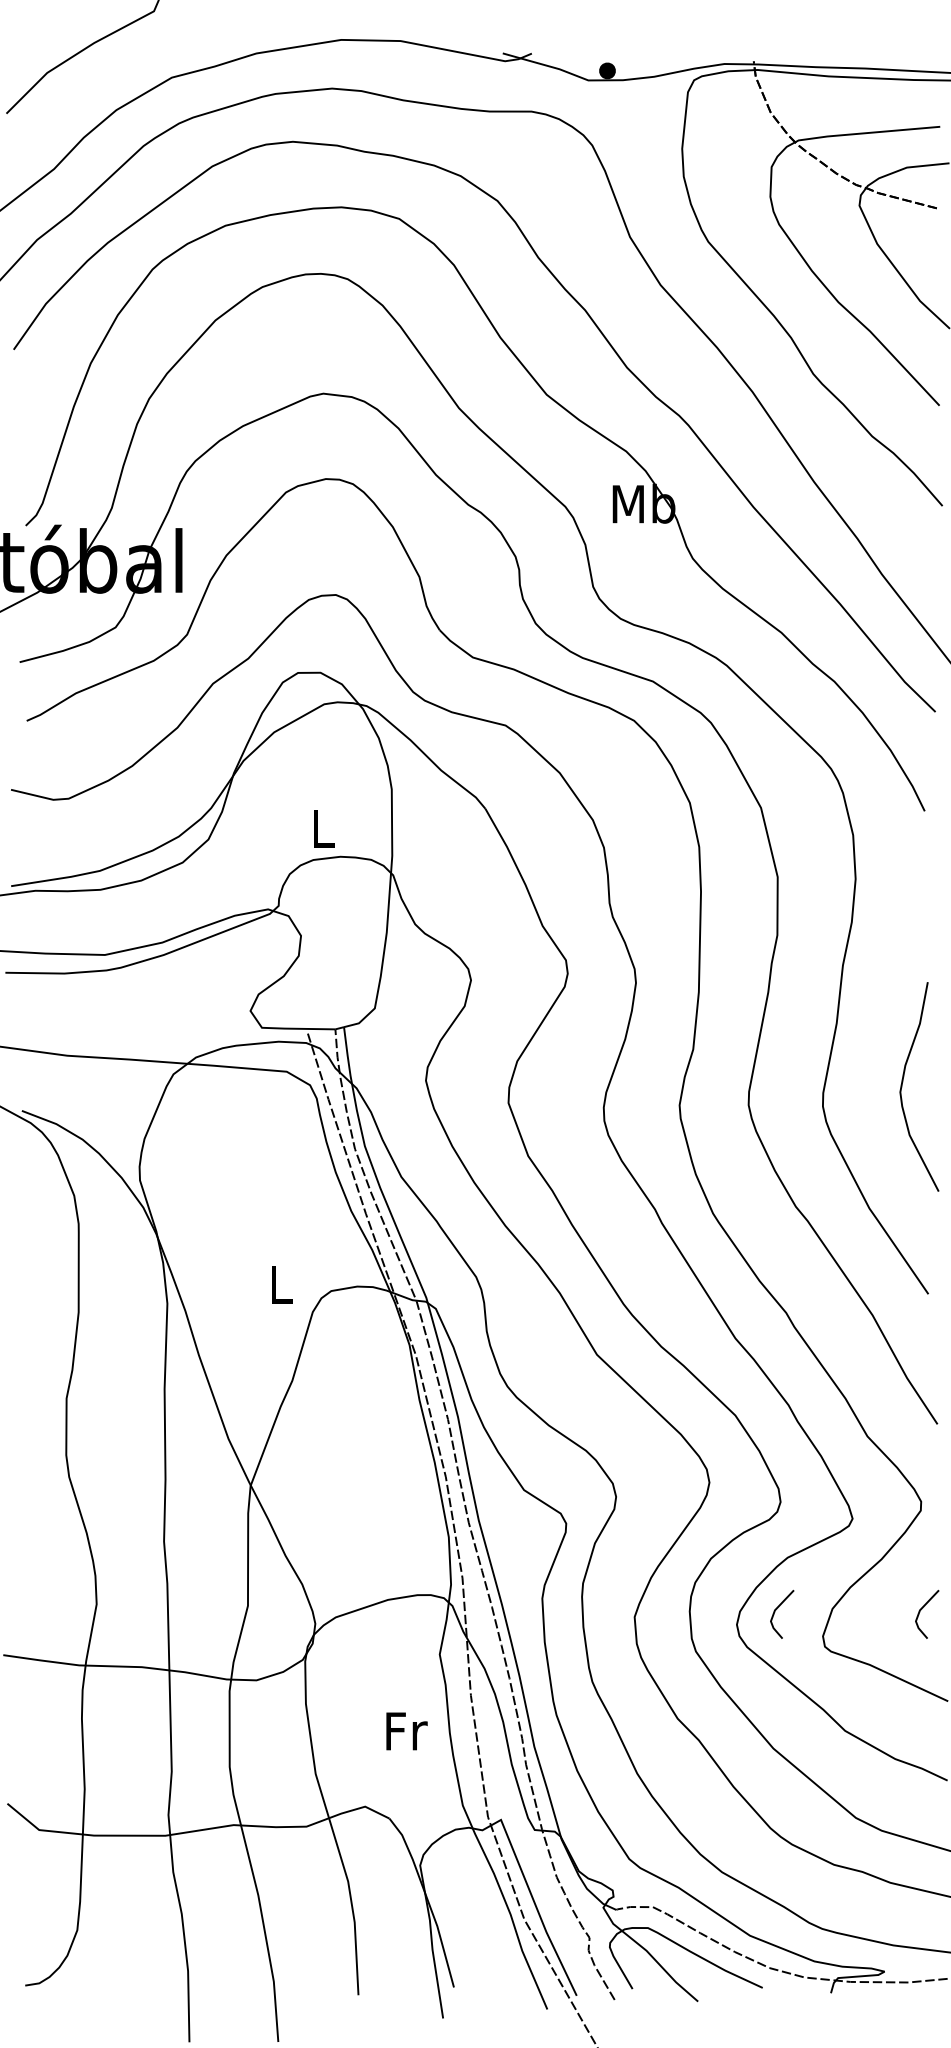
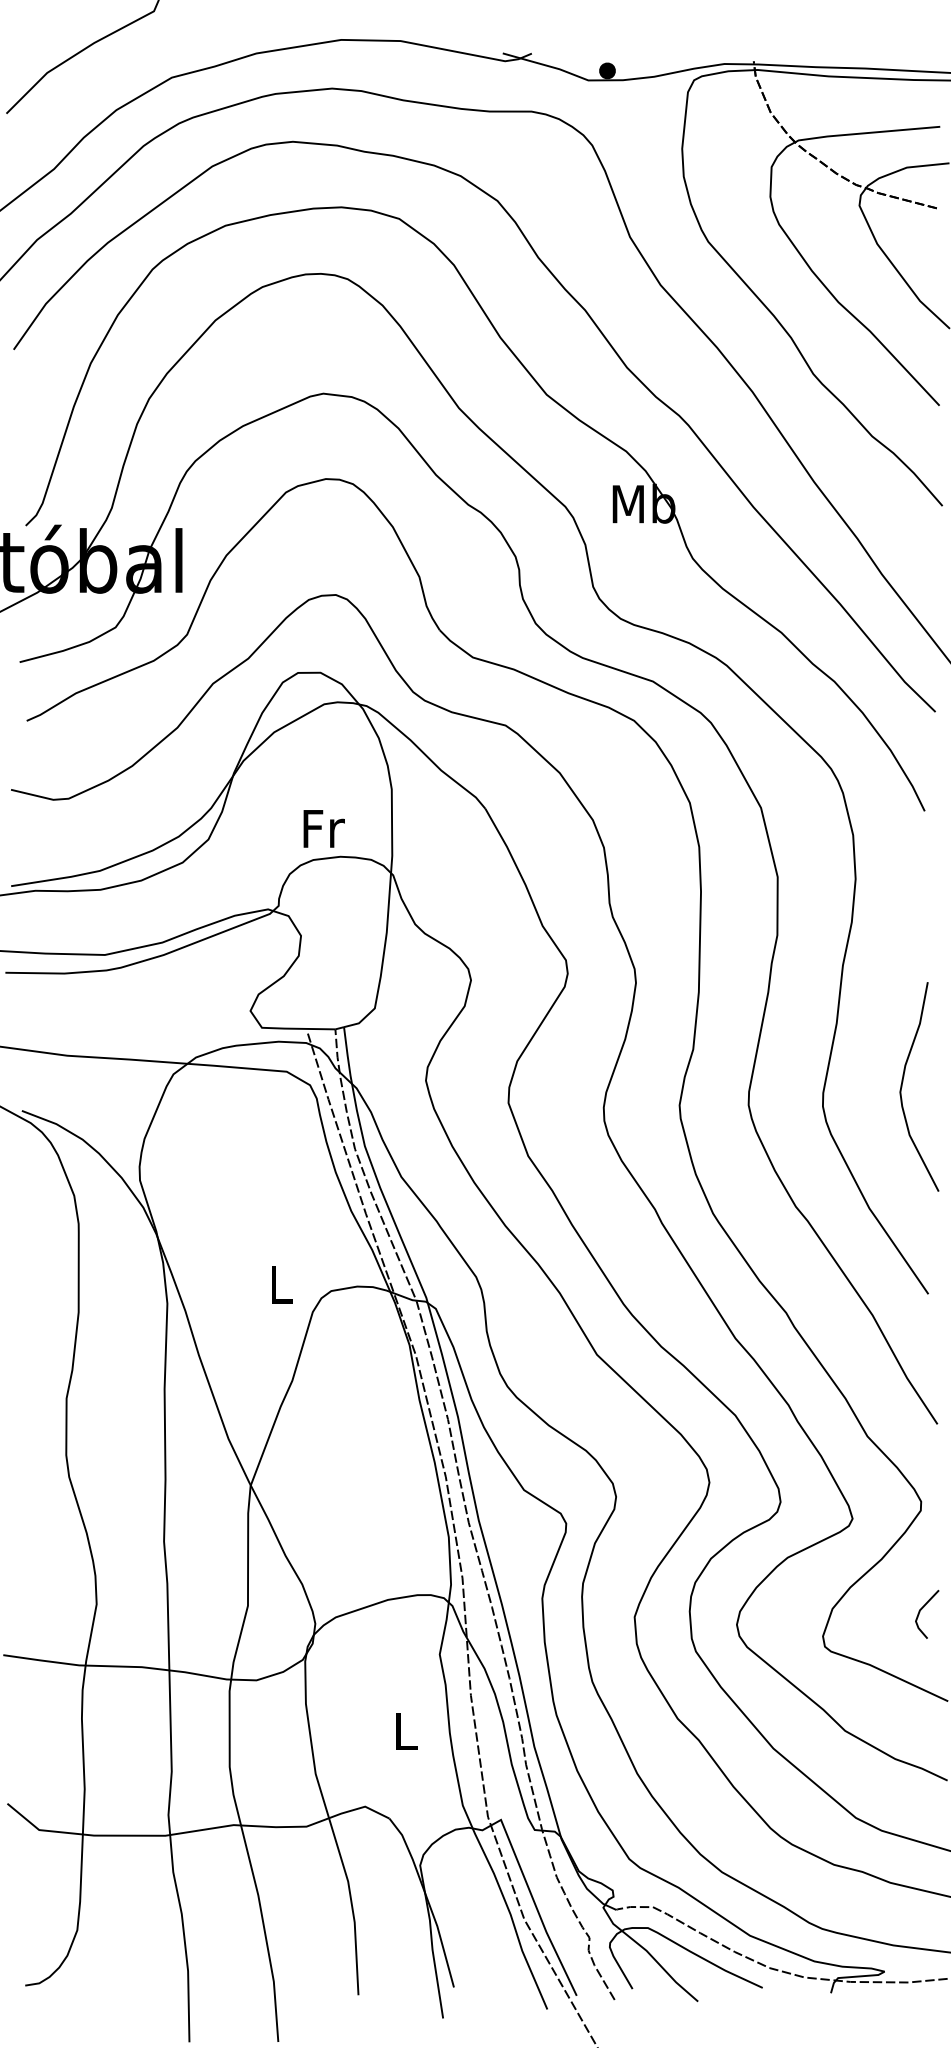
text at (323, 828): L -> Fr
line at (778, 1608): present -> none
text at (406, 1731): Fr -> L
